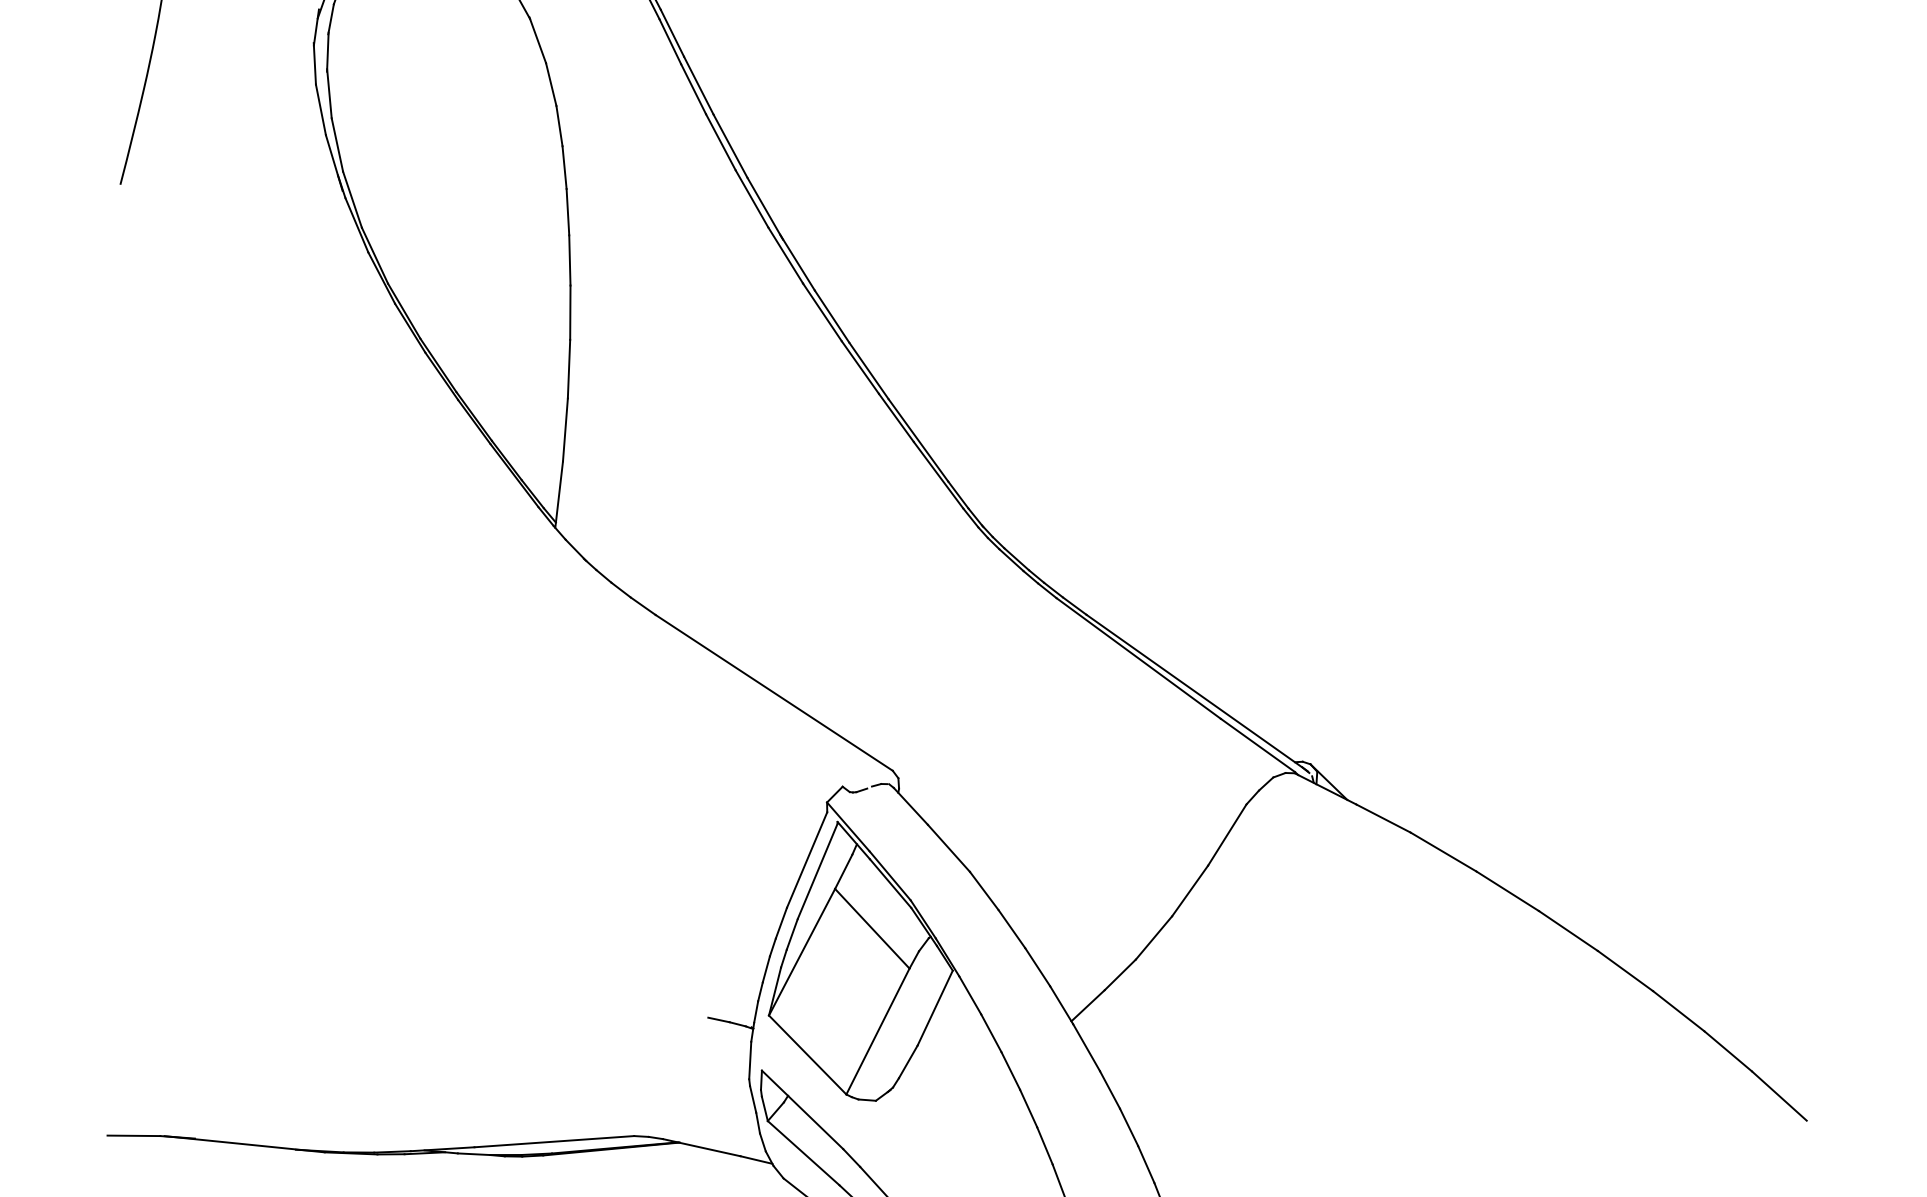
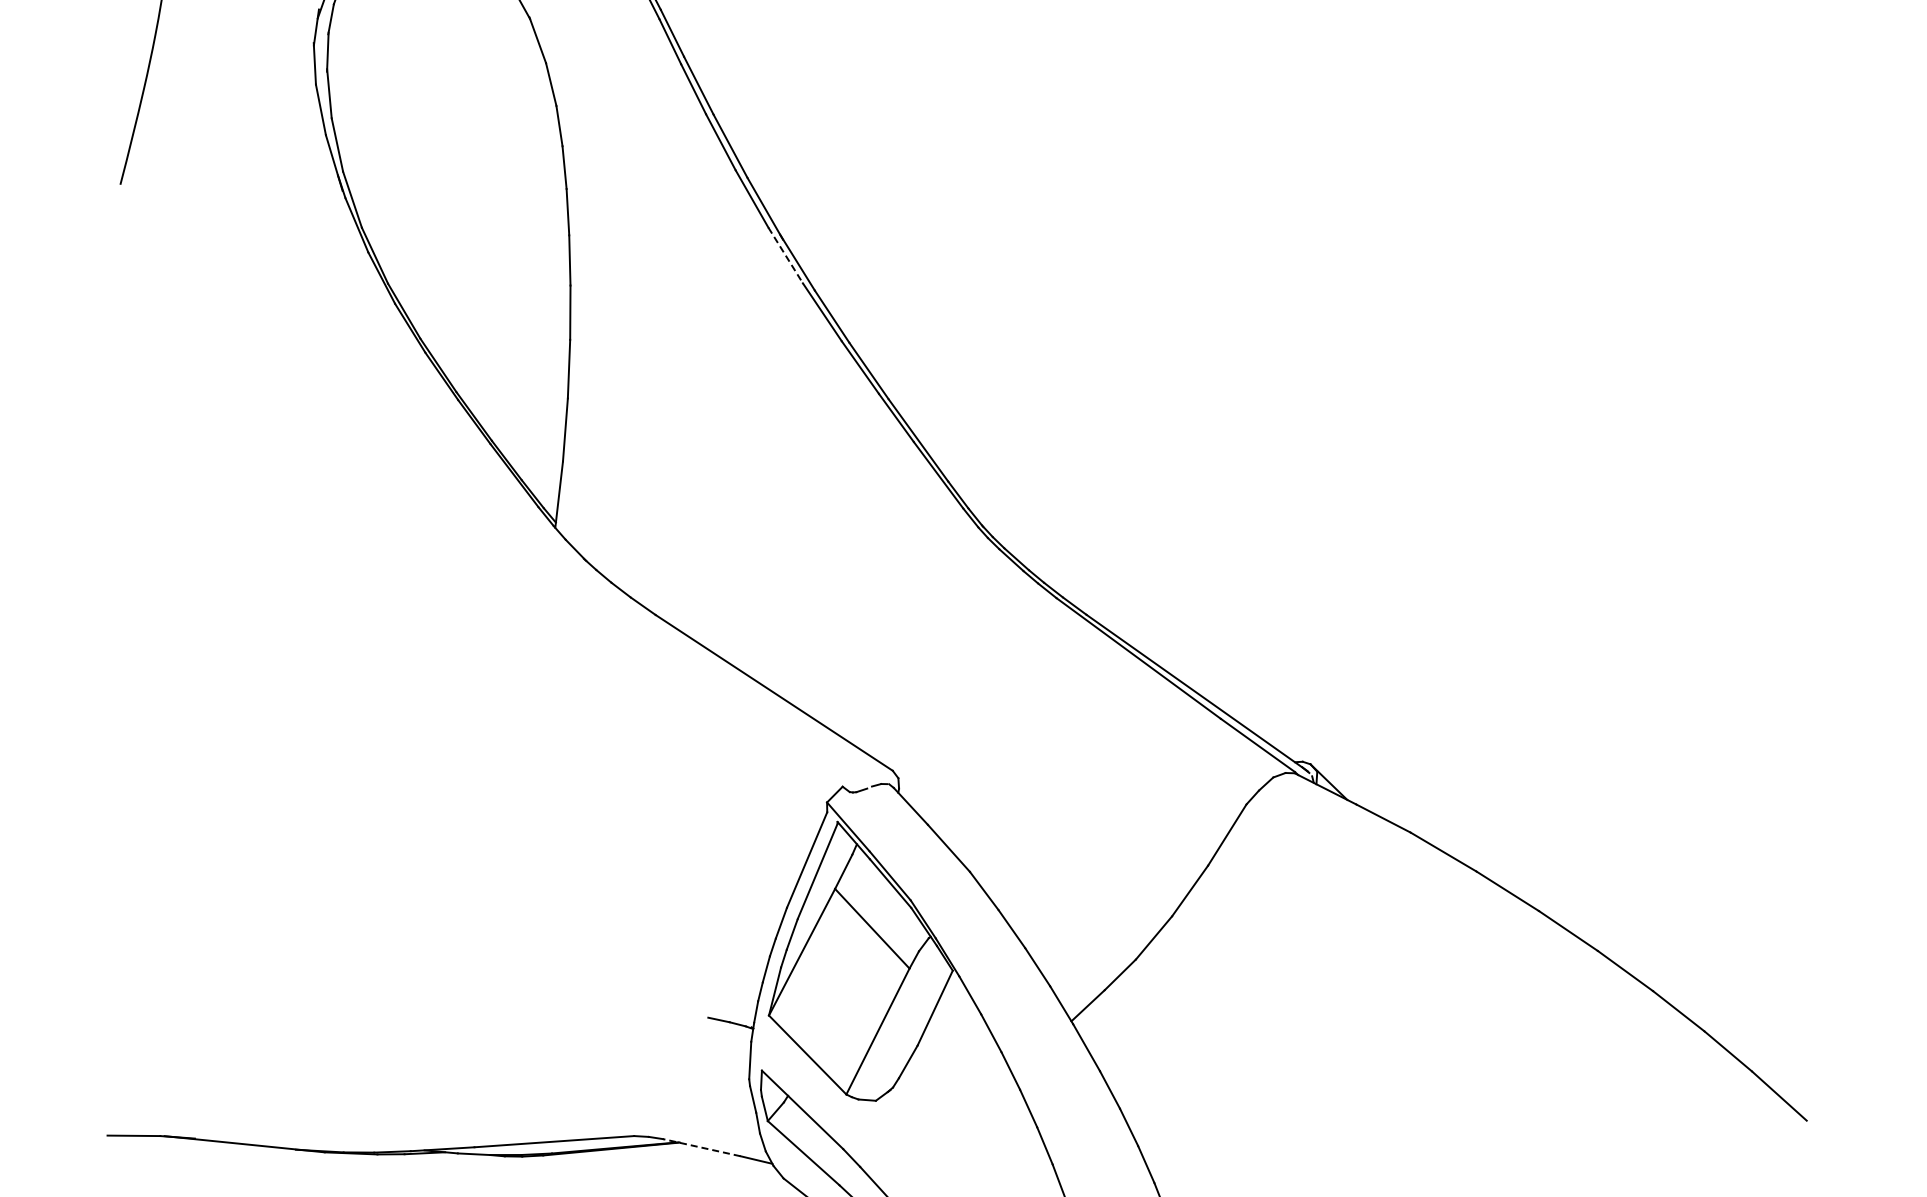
line at (786, 256): solid -> dashed
line at (701, 1147): solid -> dashed
